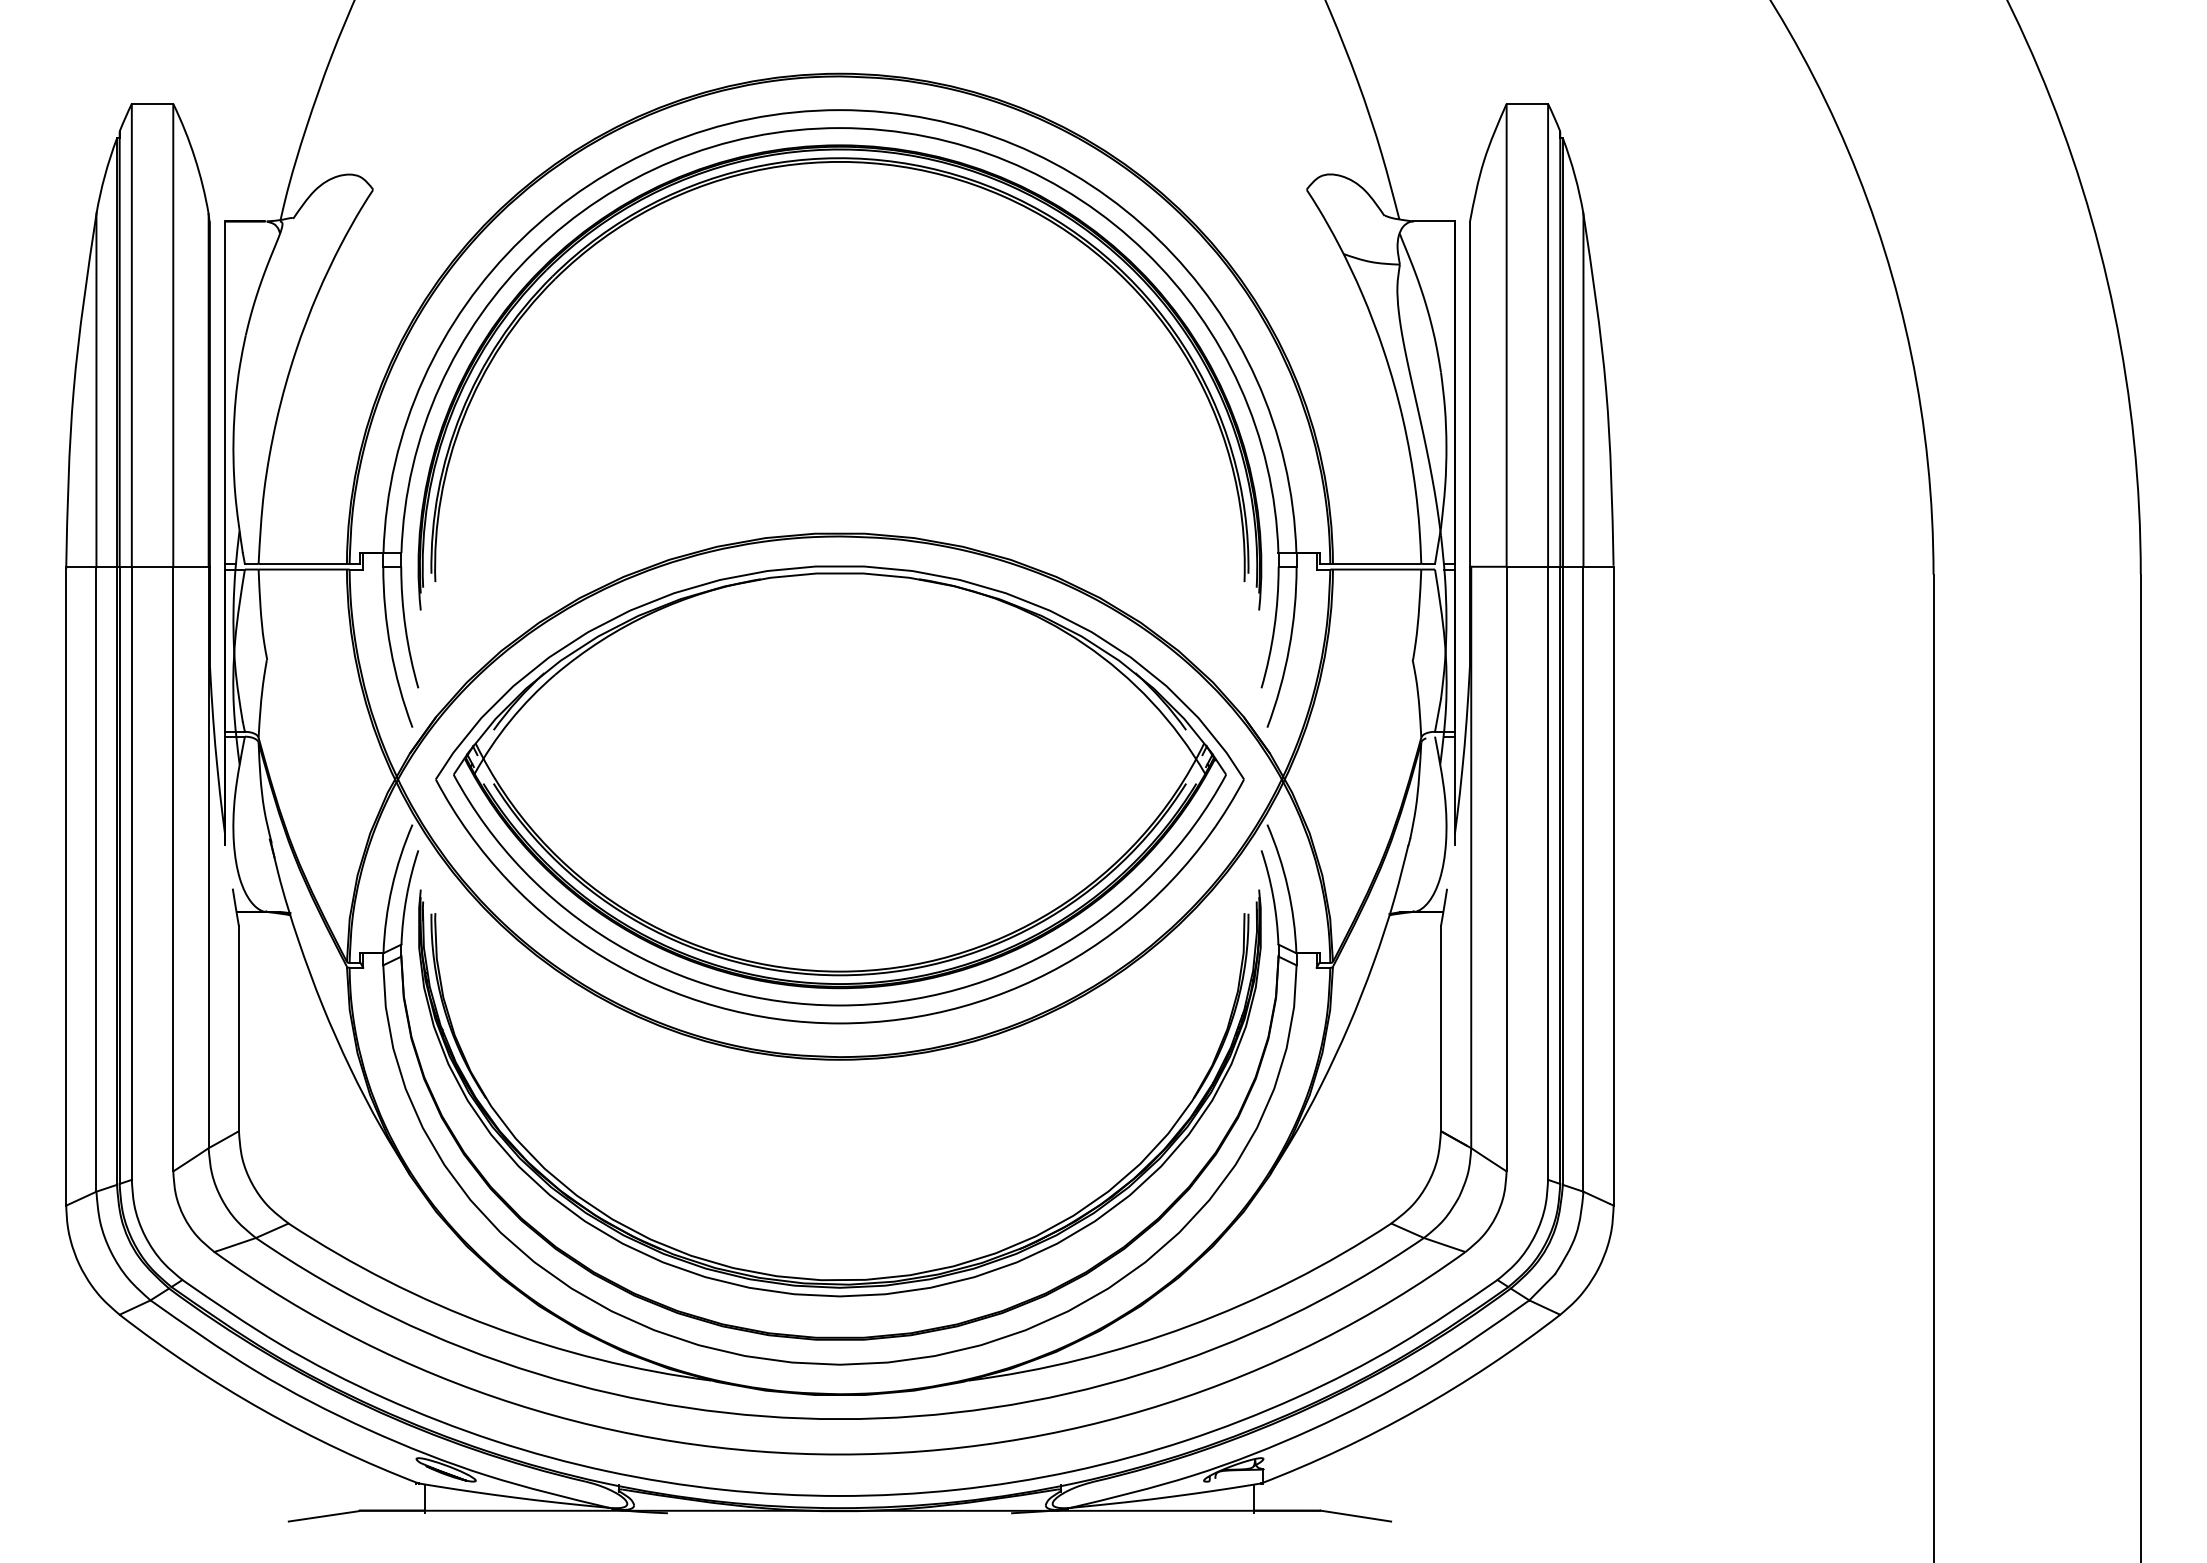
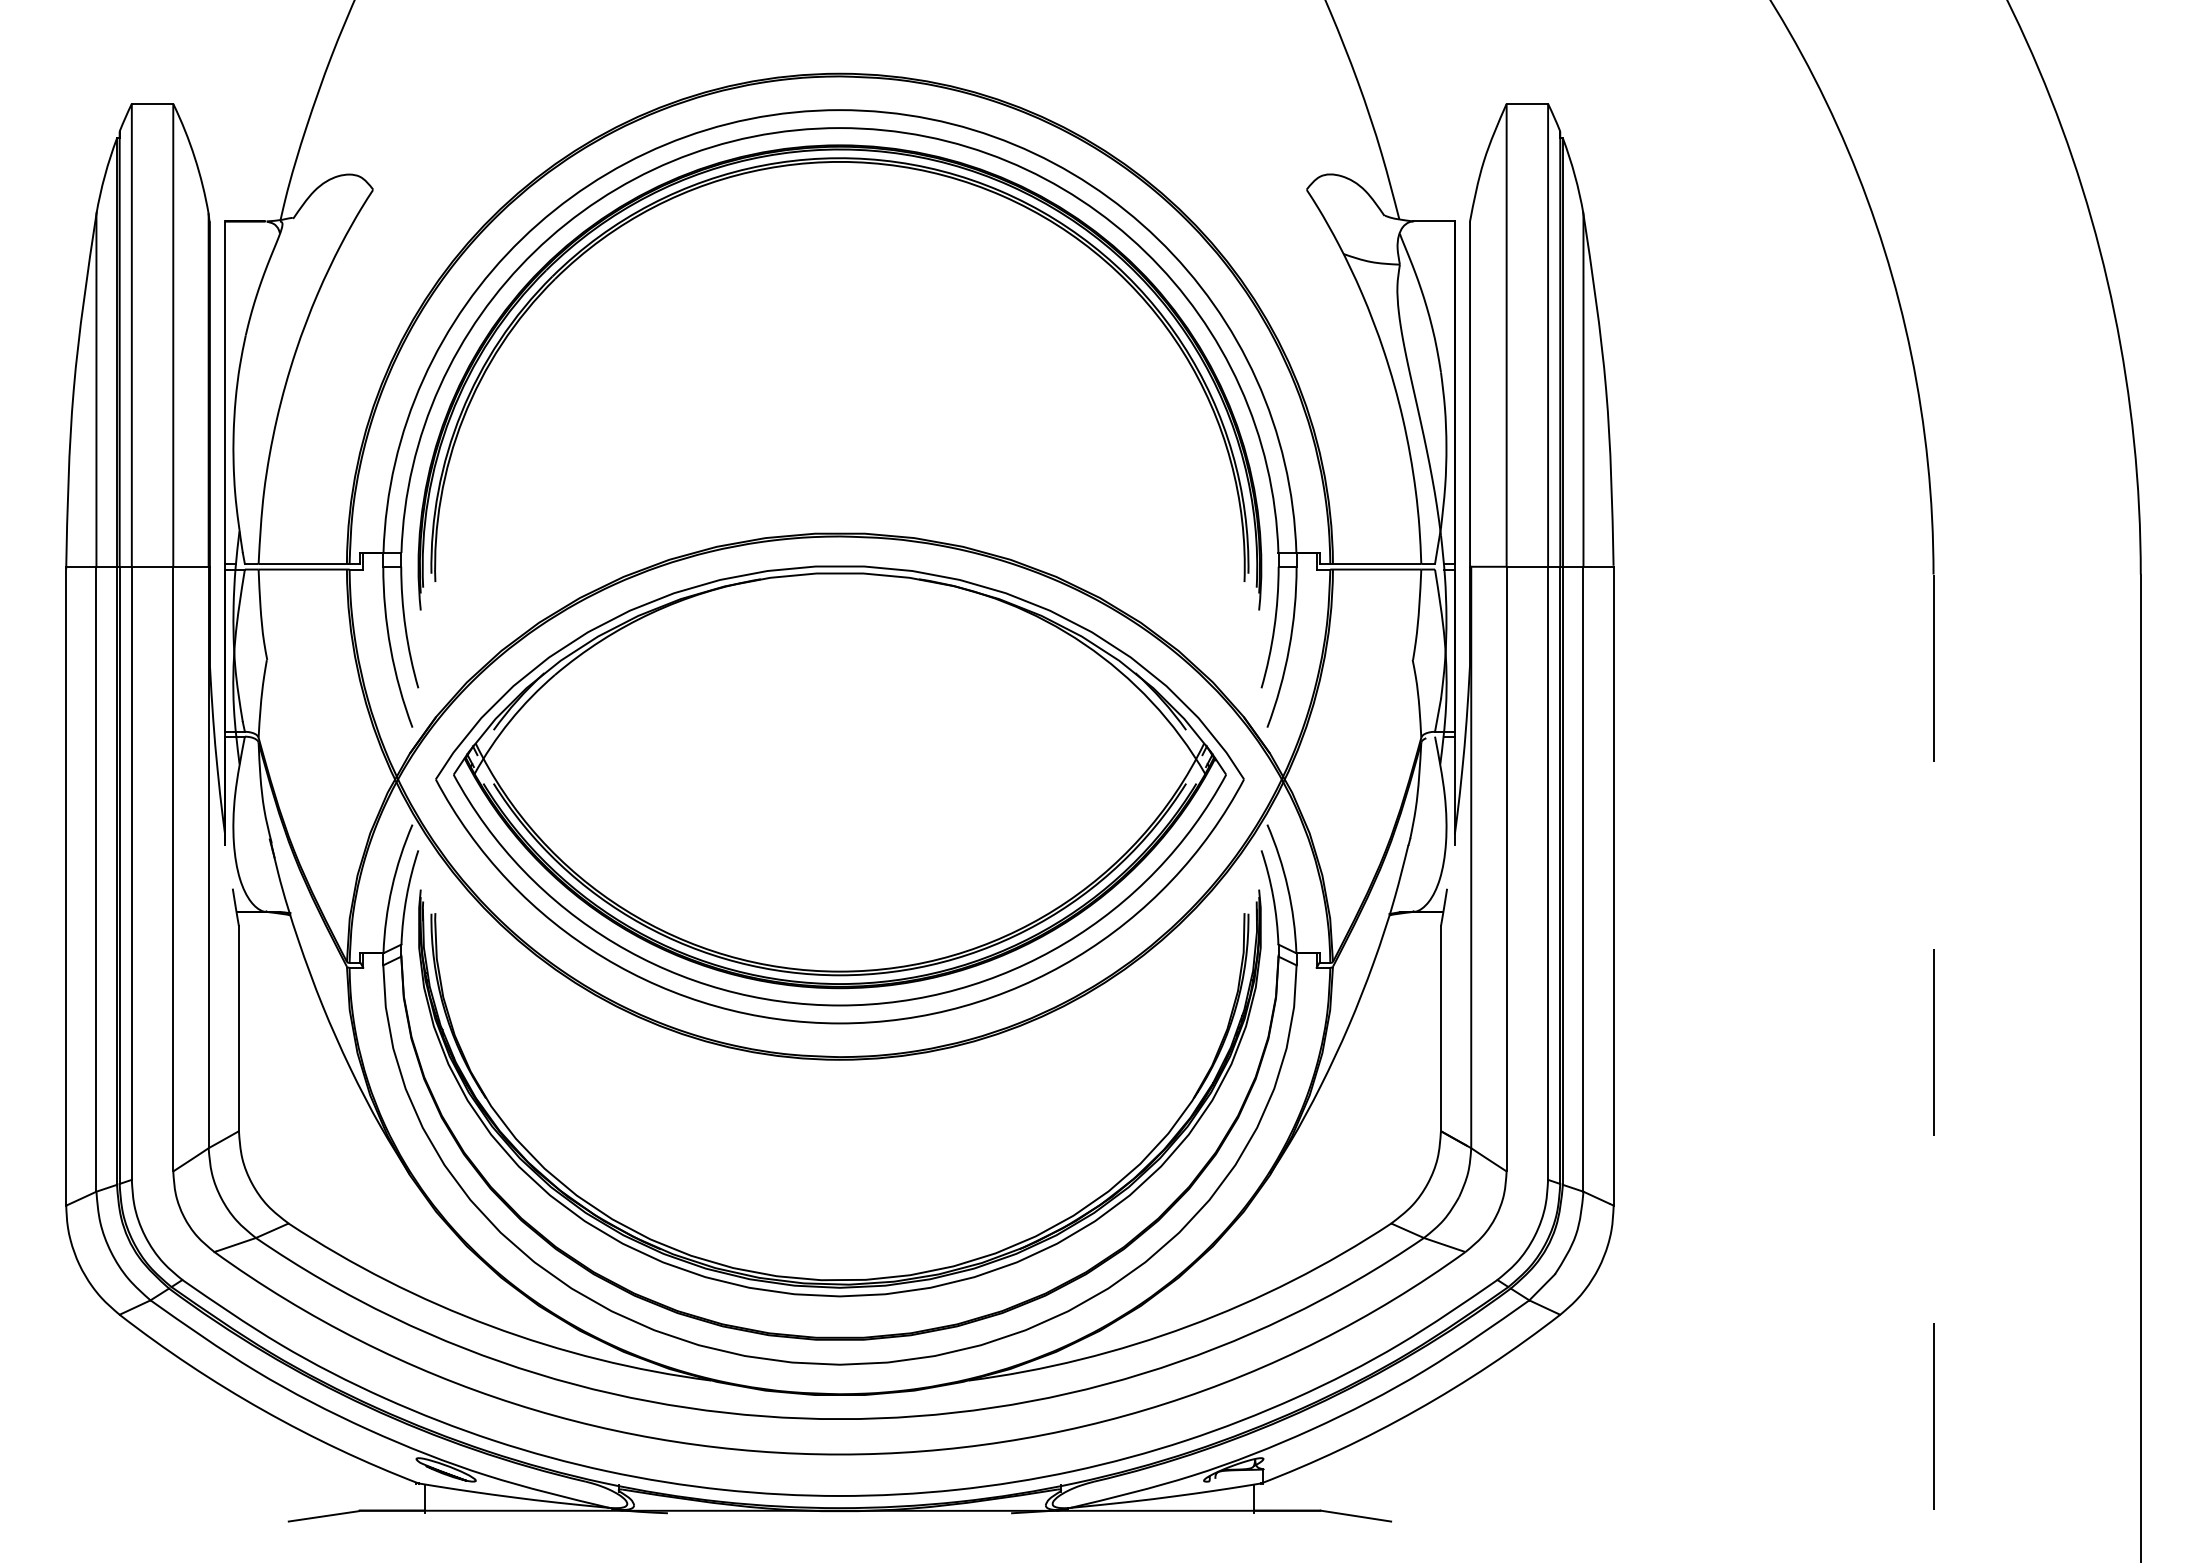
line at (1933, 1069): solid -> dashed
